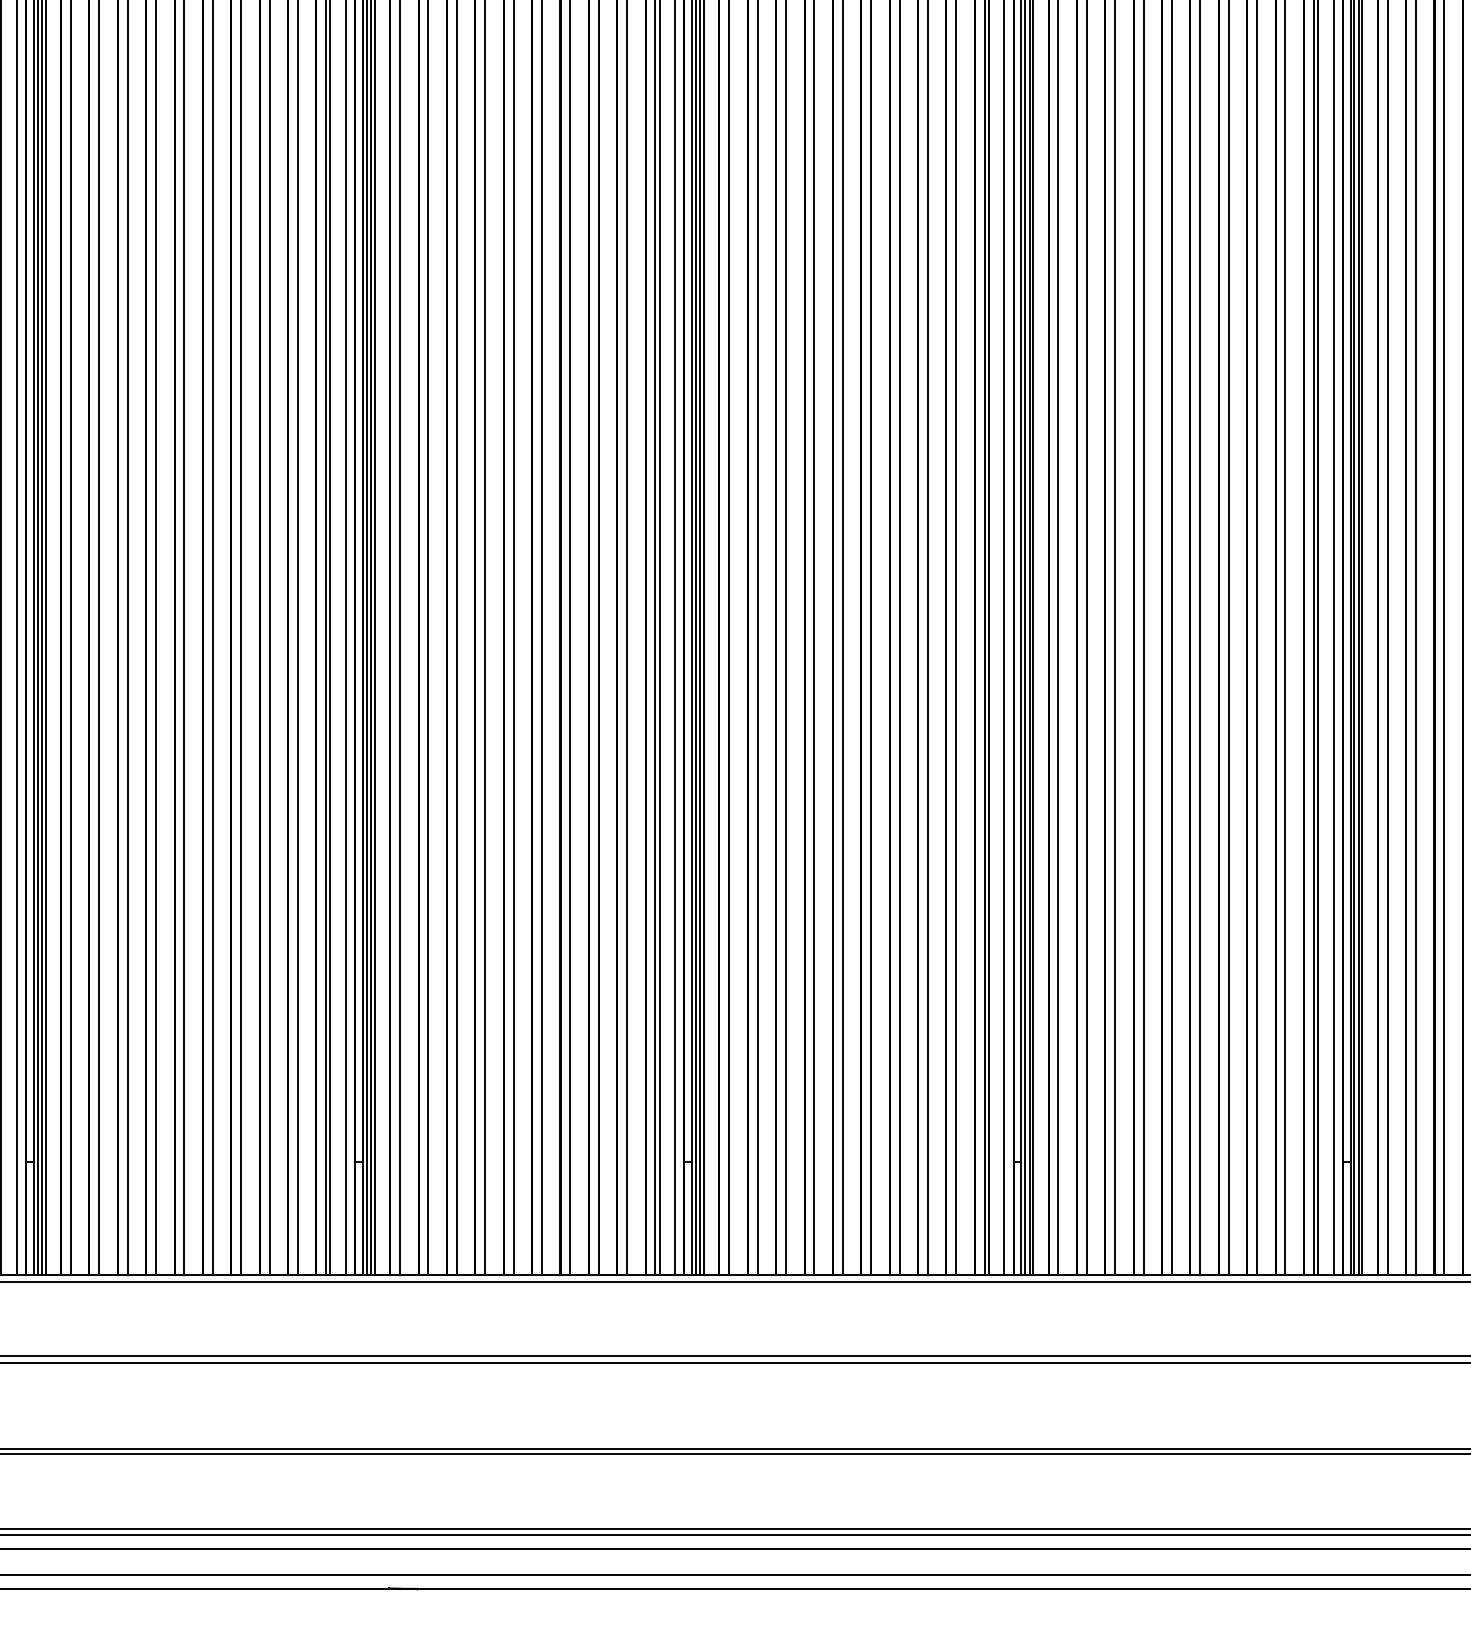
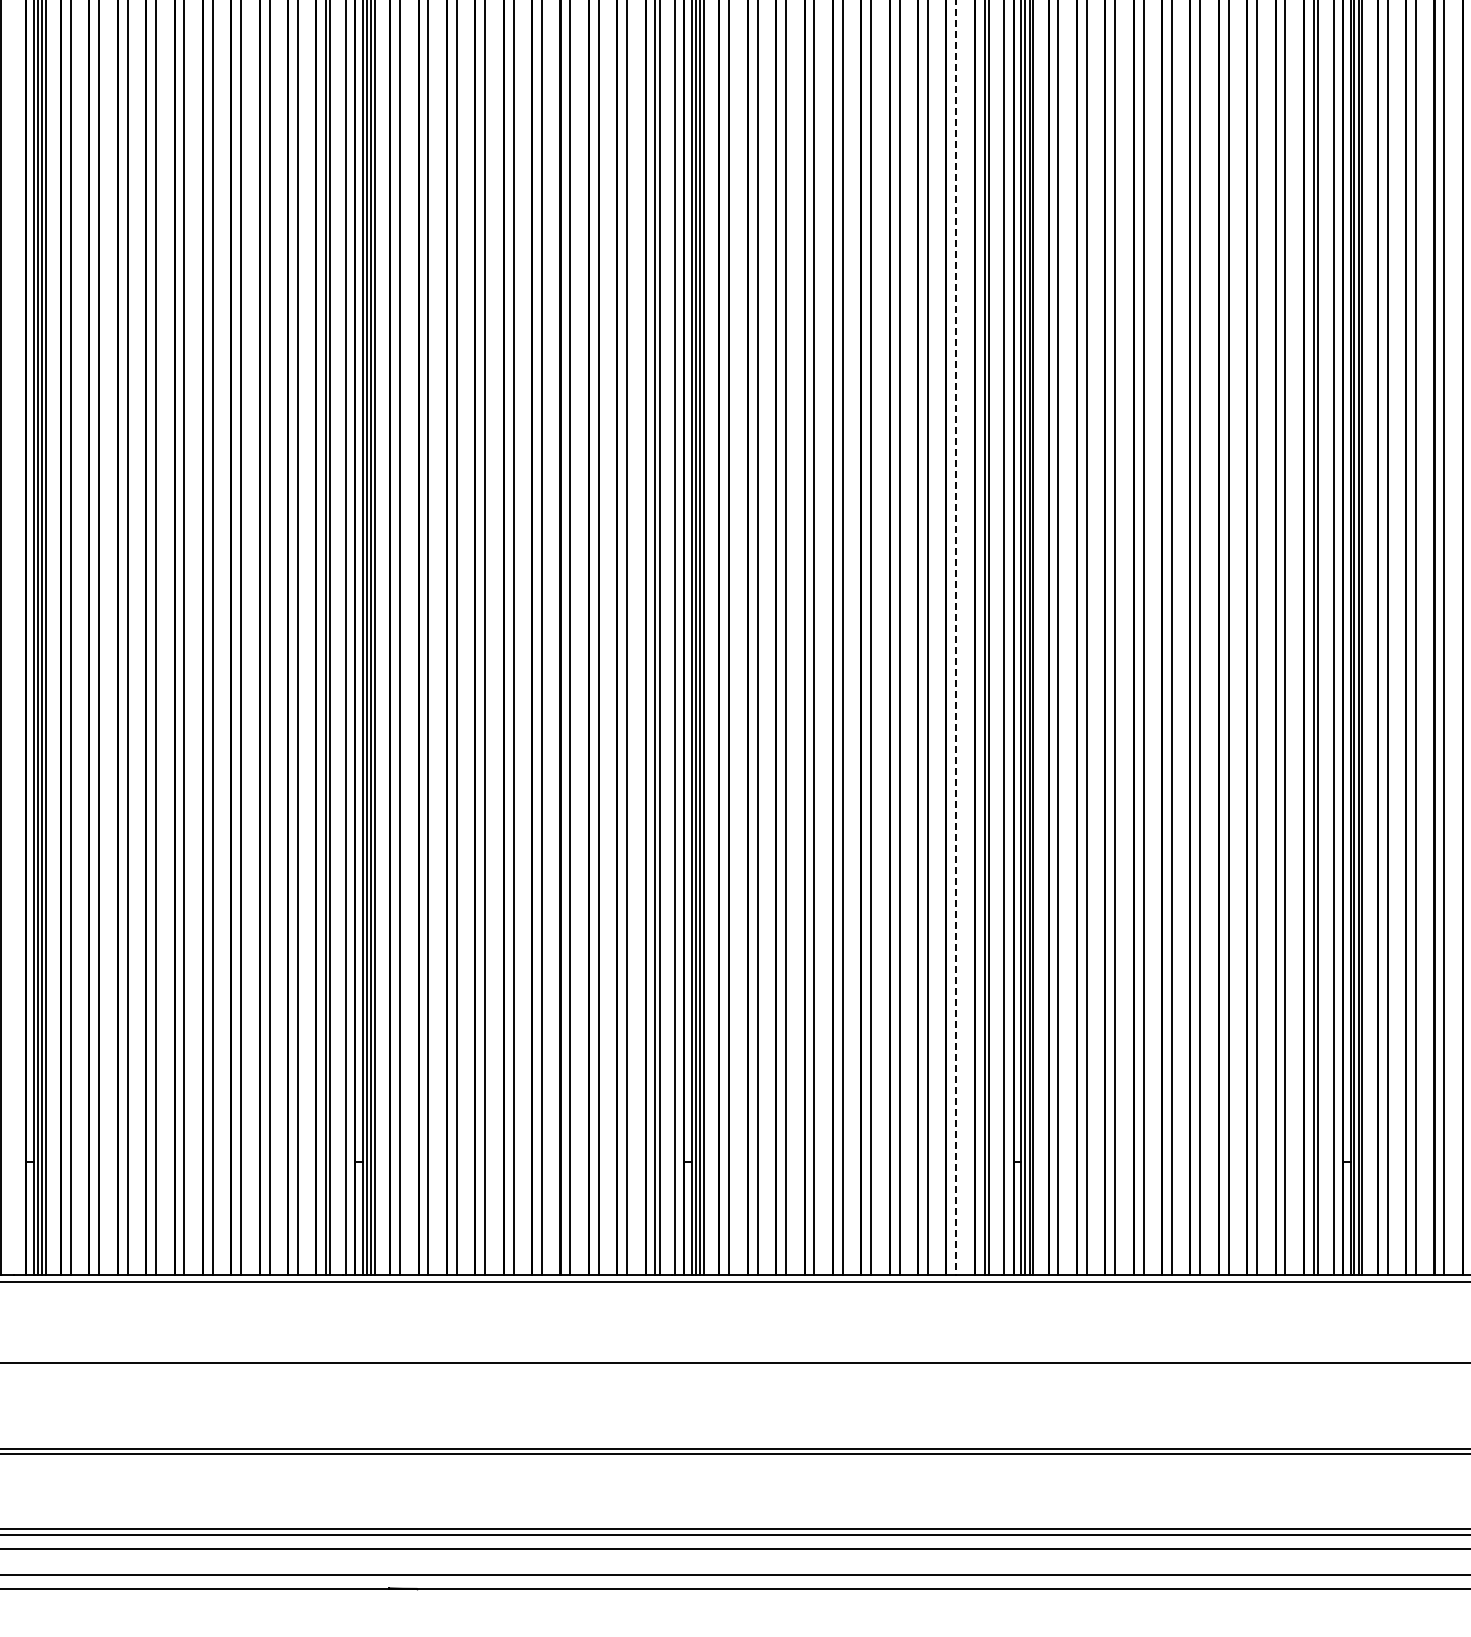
line at (956, 637): solid -> dashed
line at (16, 638): present -> none
line at (734, 1356): present -> none
